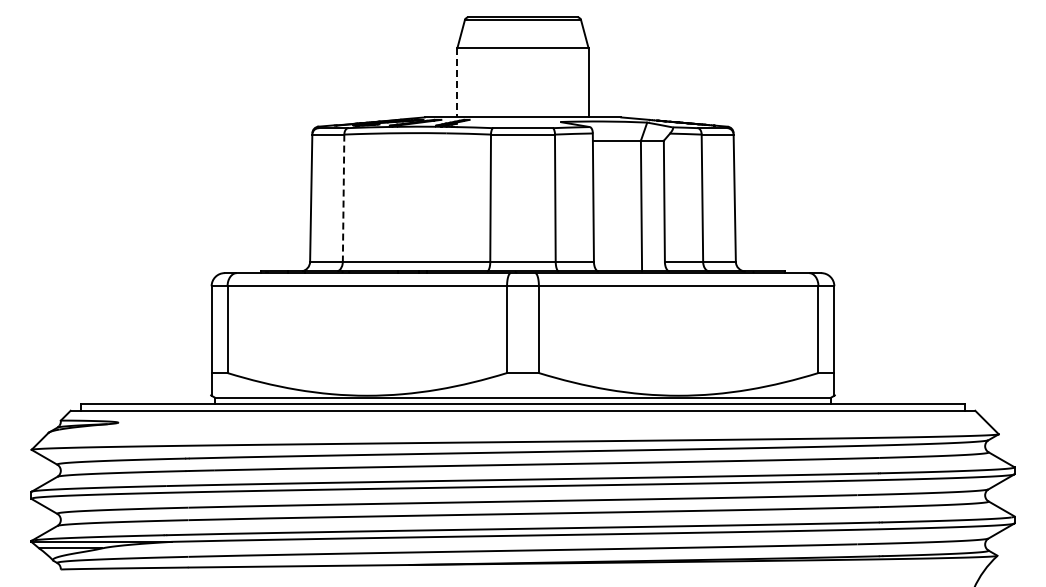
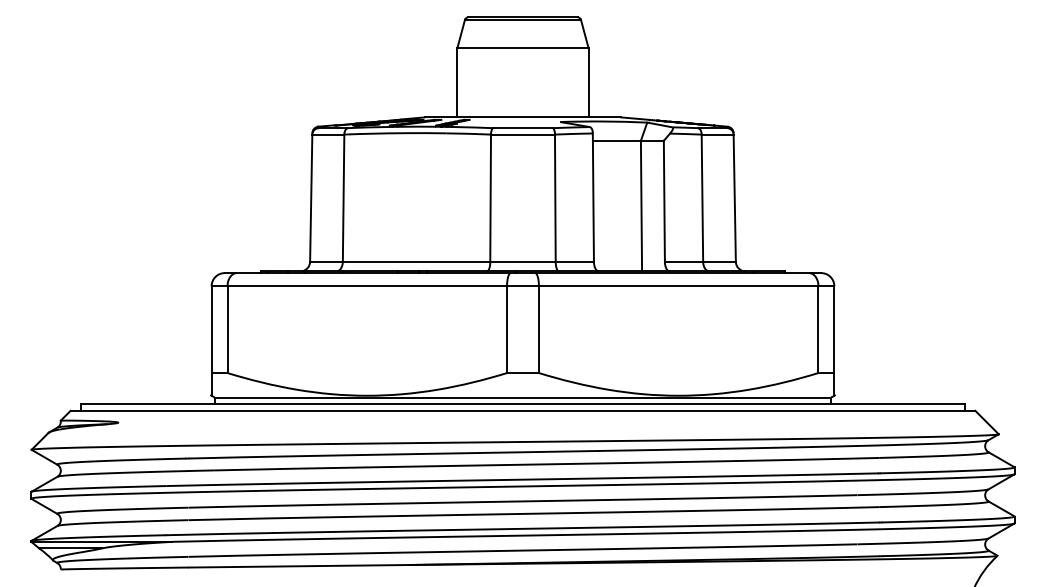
line at (457, 82): dashed -> solid
line at (343, 198): dashed -> solid
